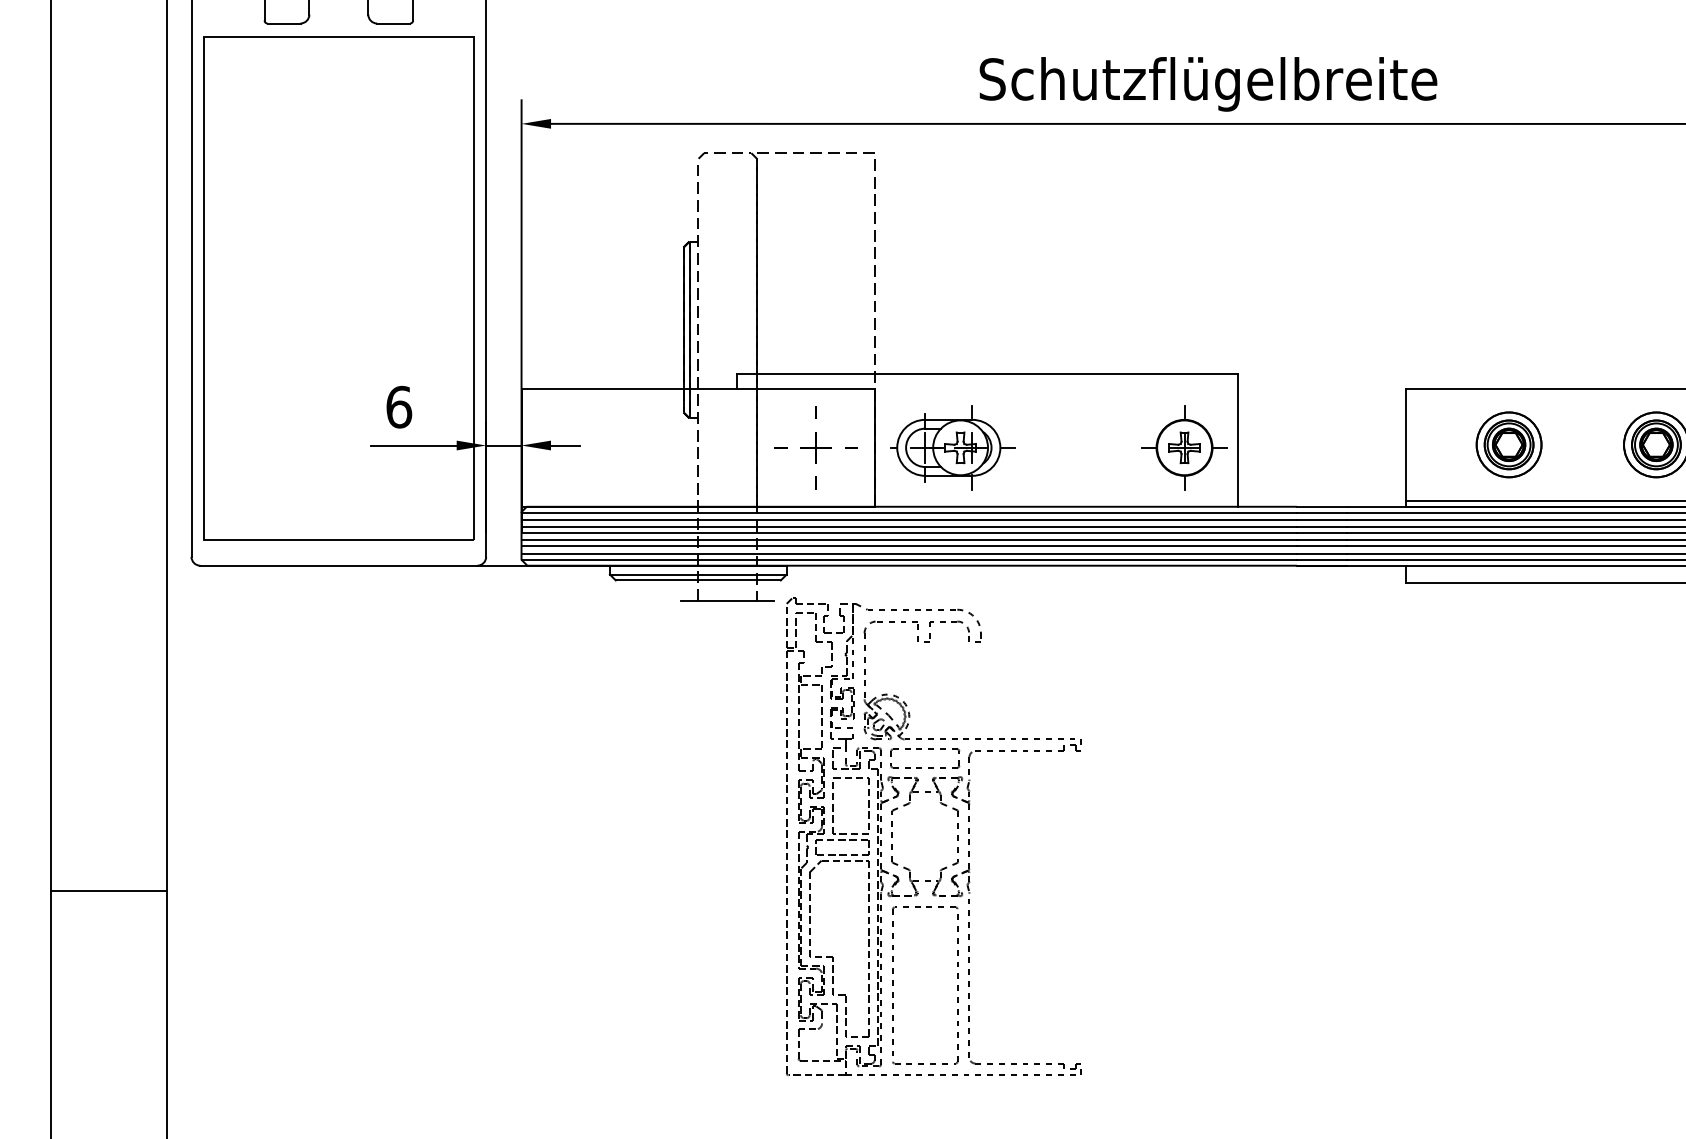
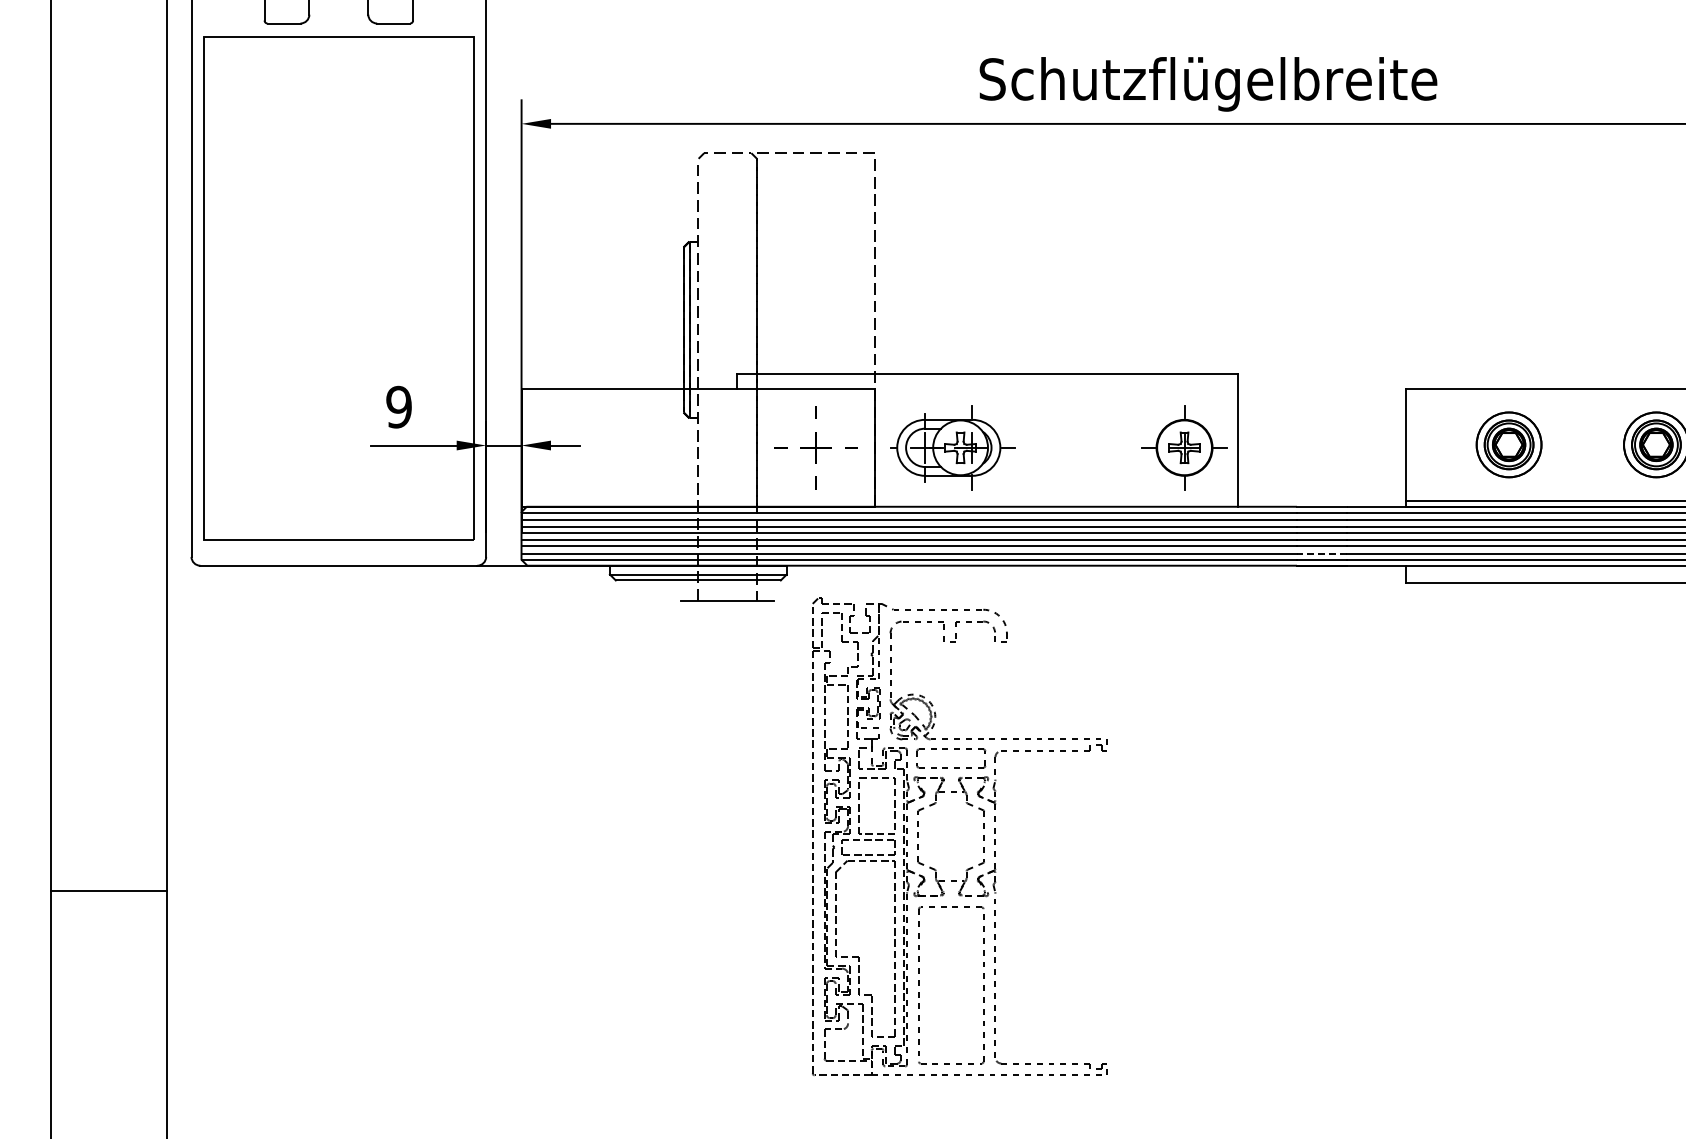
text at (399, 406): 6 -> 9
line at (1321, 554): solid -> dashed
part at (957, 836) position: (957, 836) -> (983, 836)
